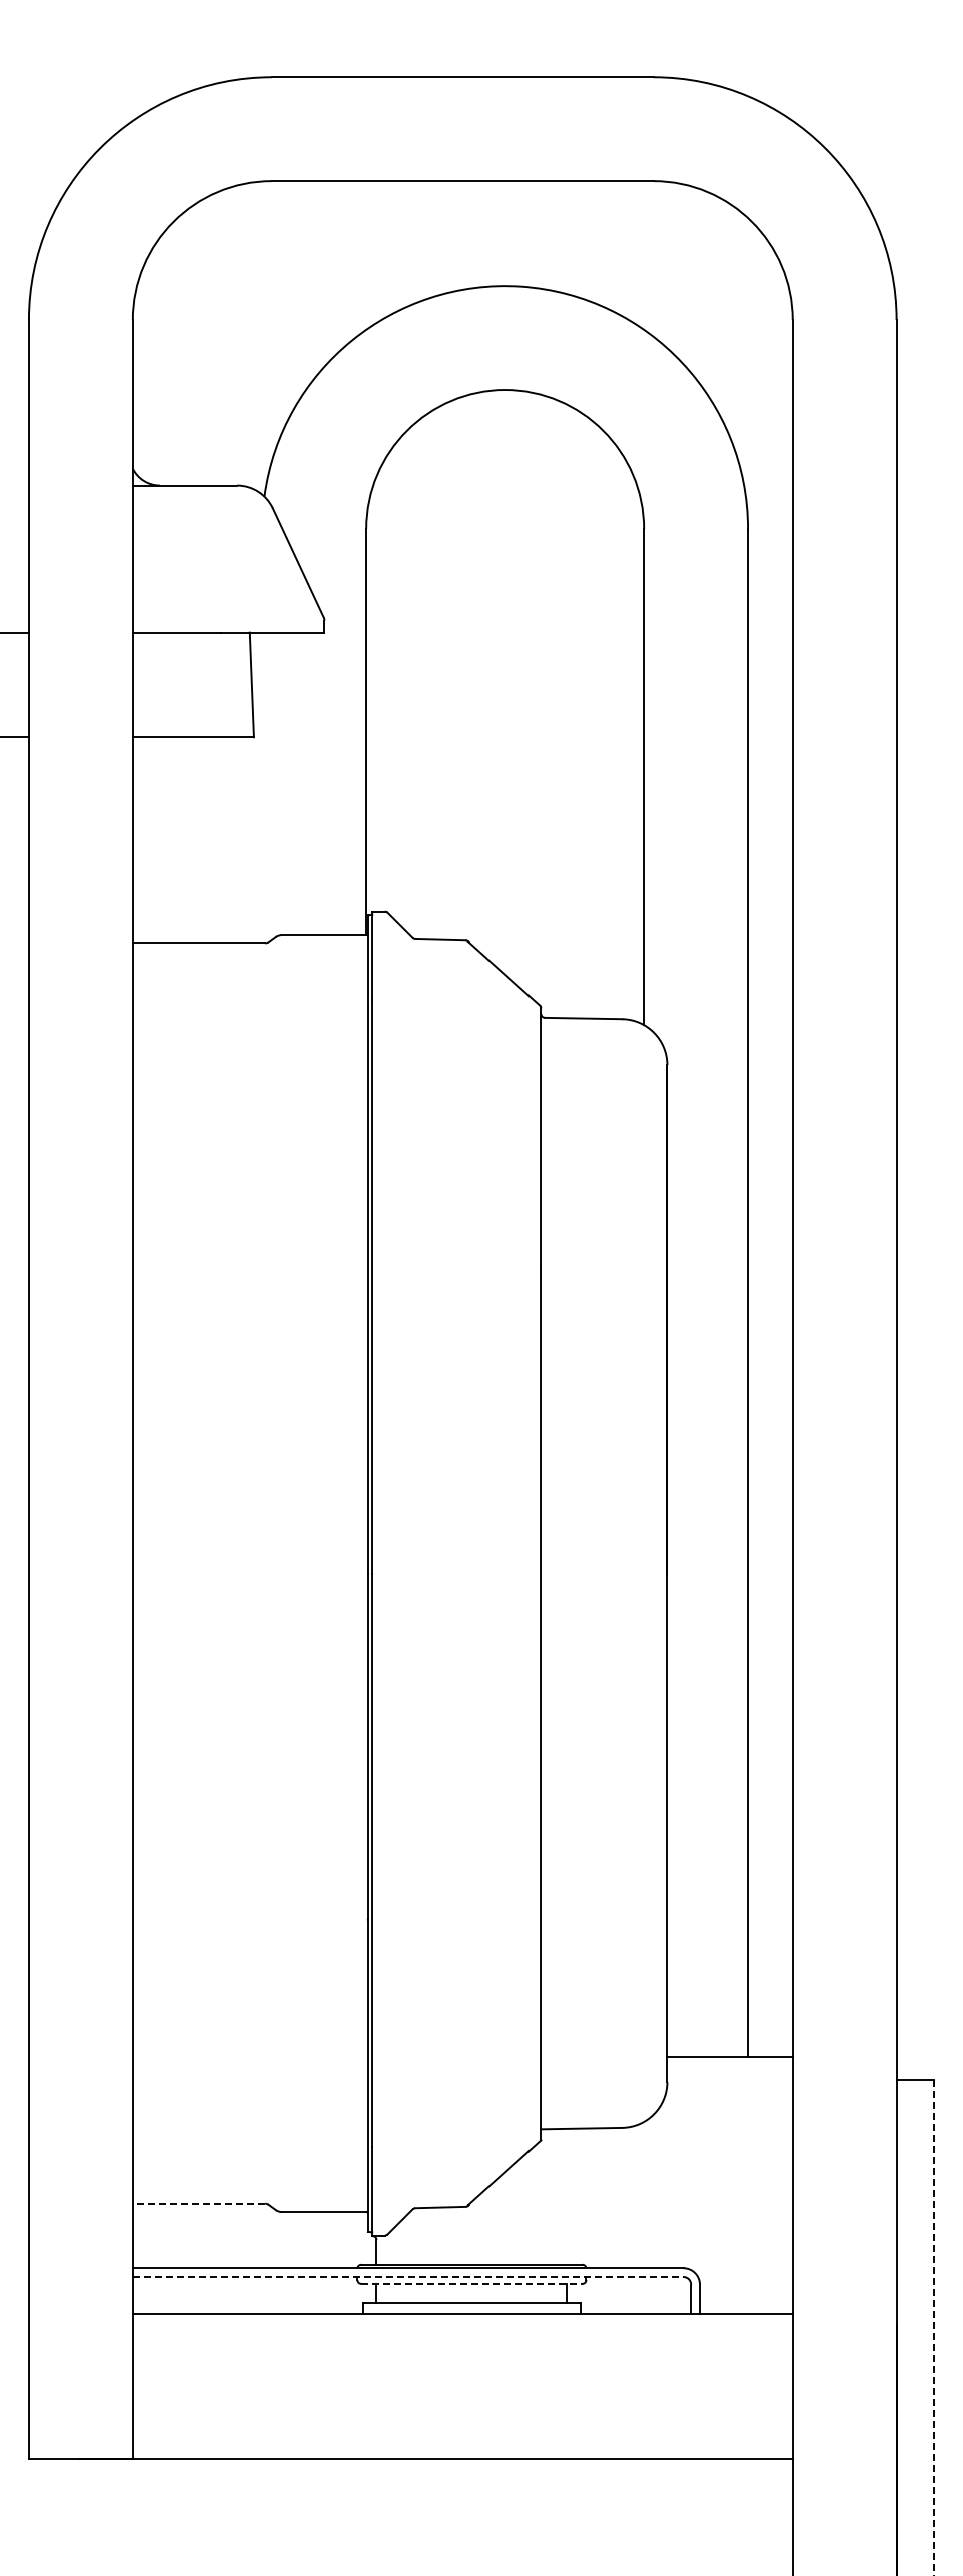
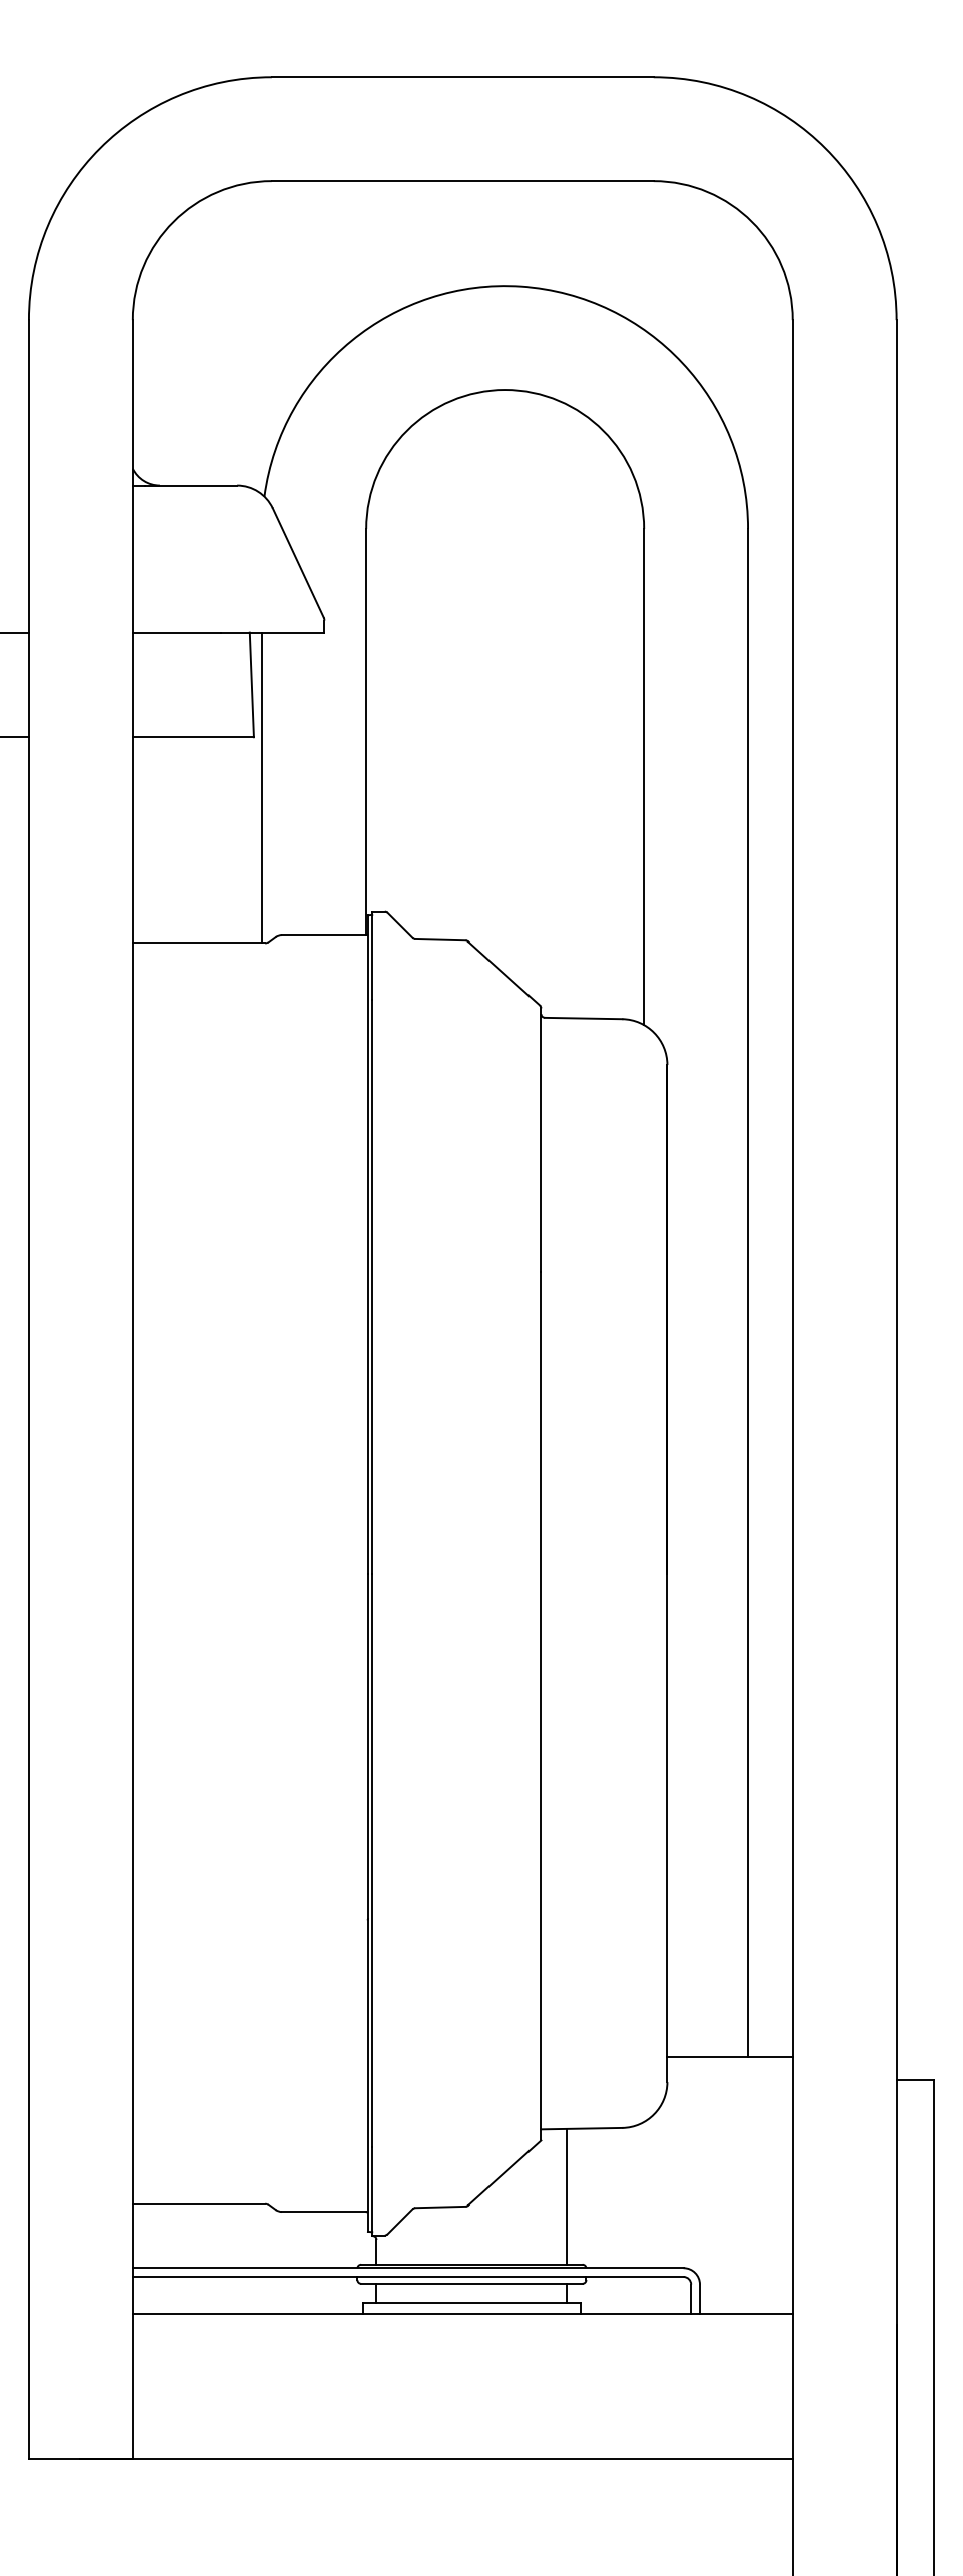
line at (262, 787): none -> present
line at (567, 2196): none -> present
line at (198, 2203): dashed -> solid
line at (408, 2277): dashed -> solid
line at (471, 2283): dashed -> solid
line at (934, 2327): dashed -> solid
